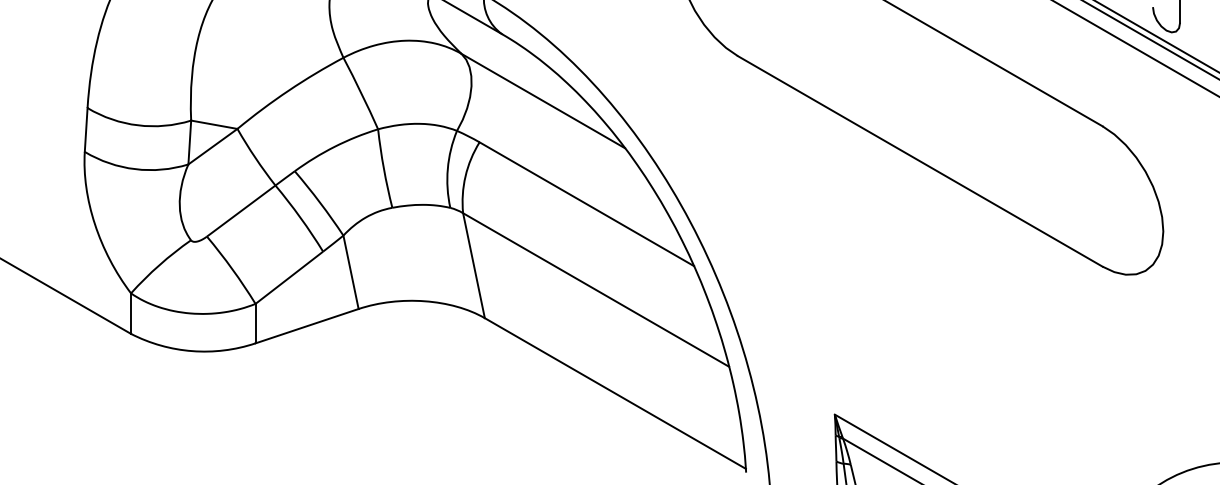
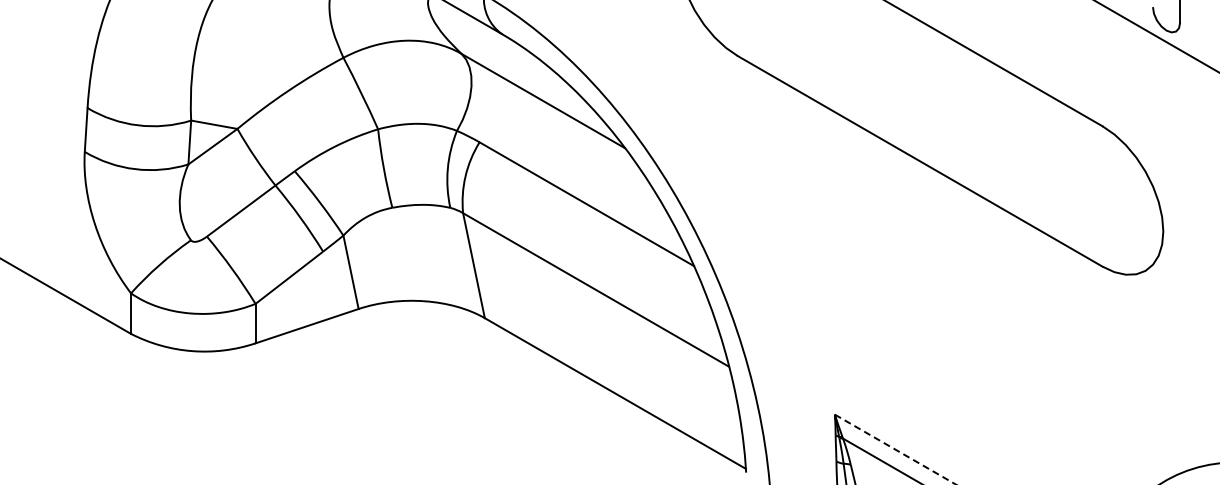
line at (1150, 40): present -> none
line at (1135, 48): present -> none
line at (896, 449): solid -> dashed
